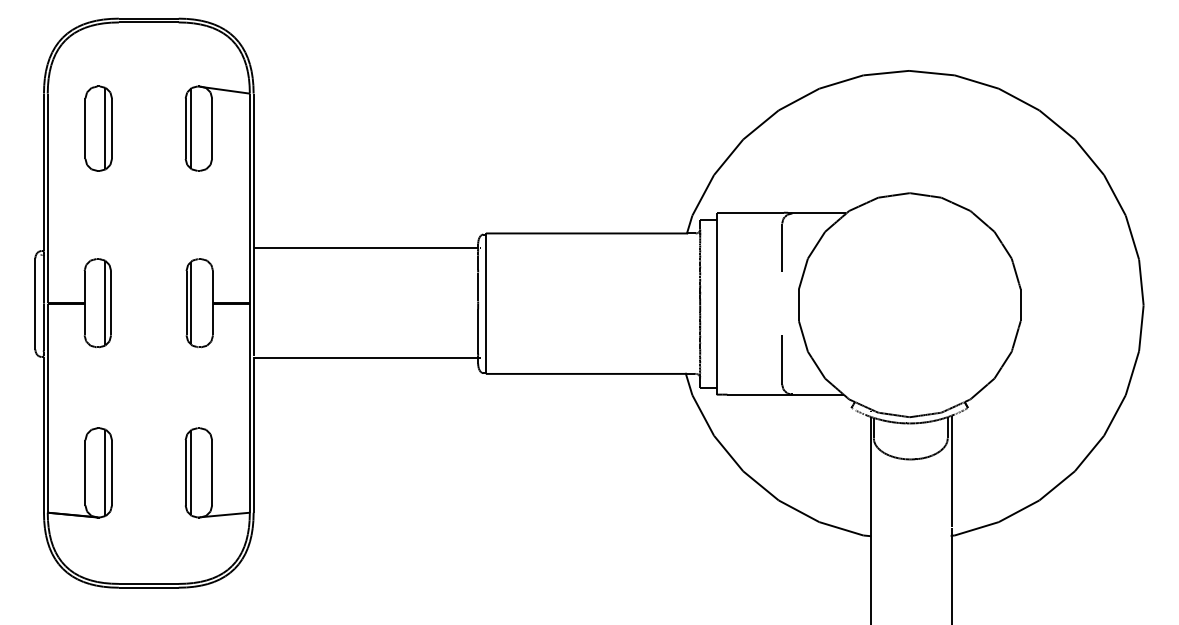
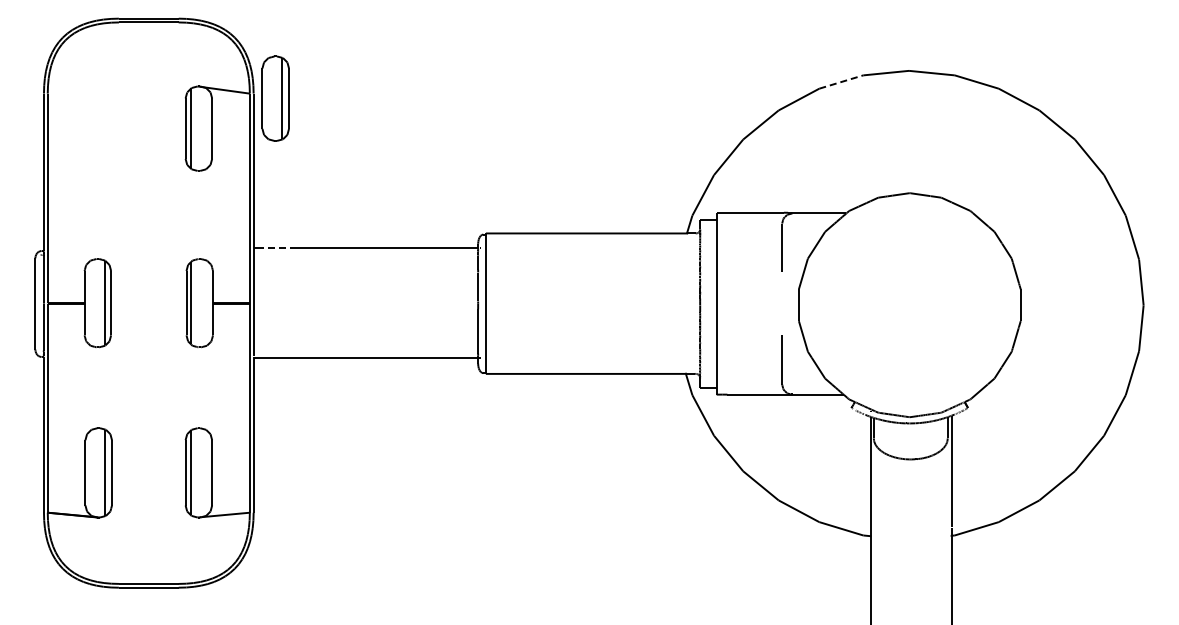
line at (841, 82): solid -> dashed
part at (98, 128) position: (98, 128) -> (275, 98)
line at (277, 248): solid -> dashed
